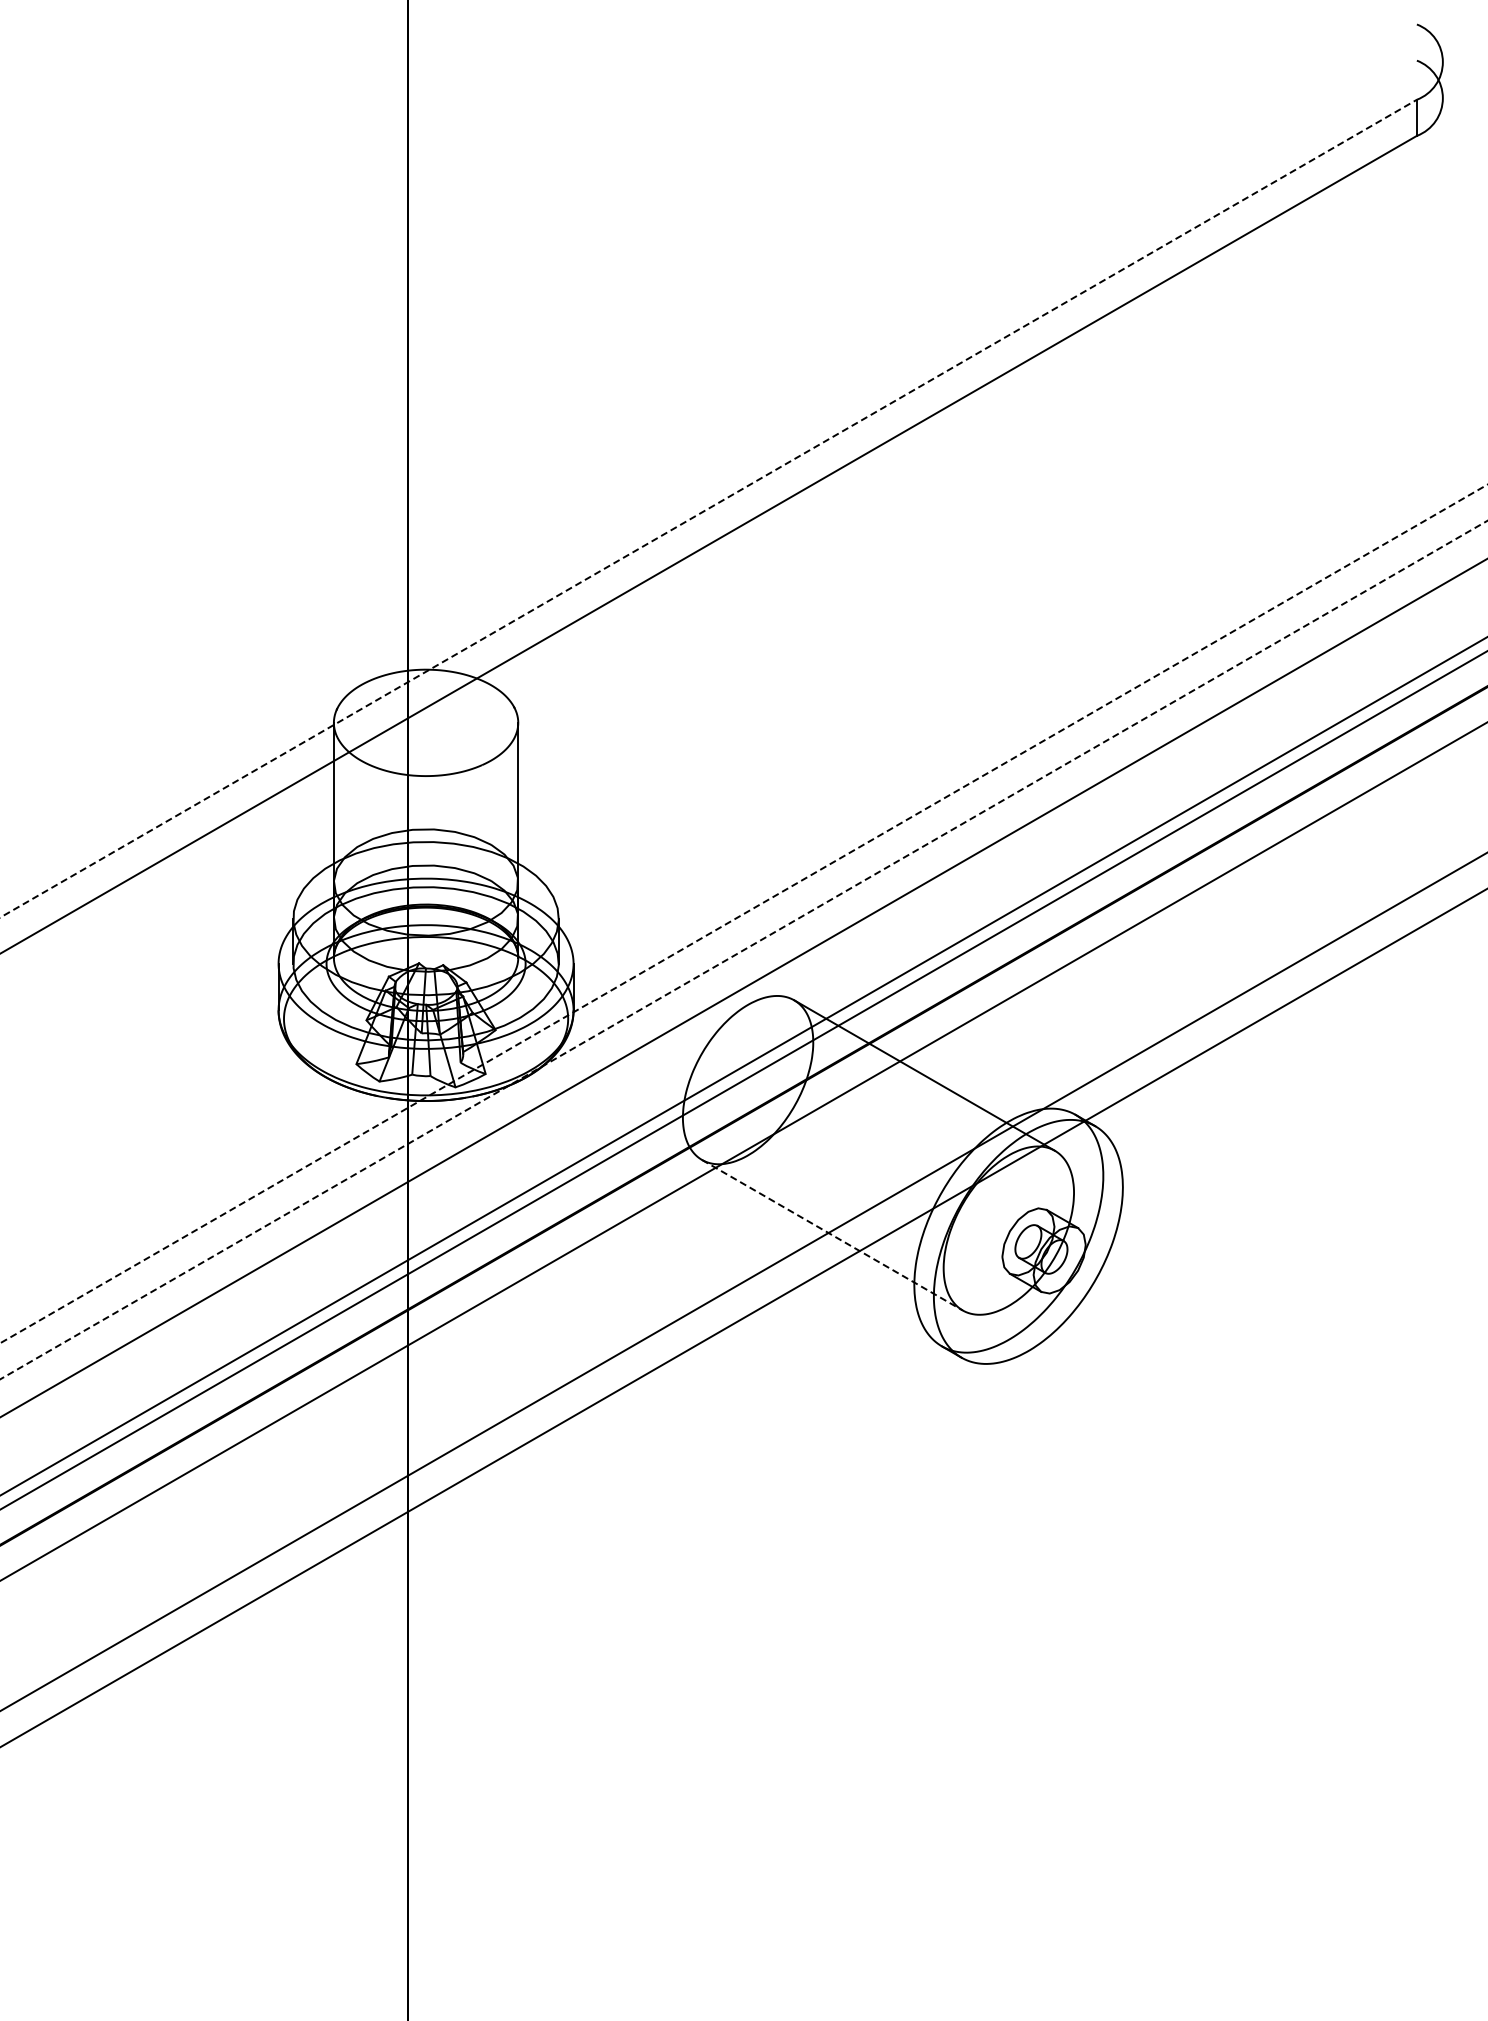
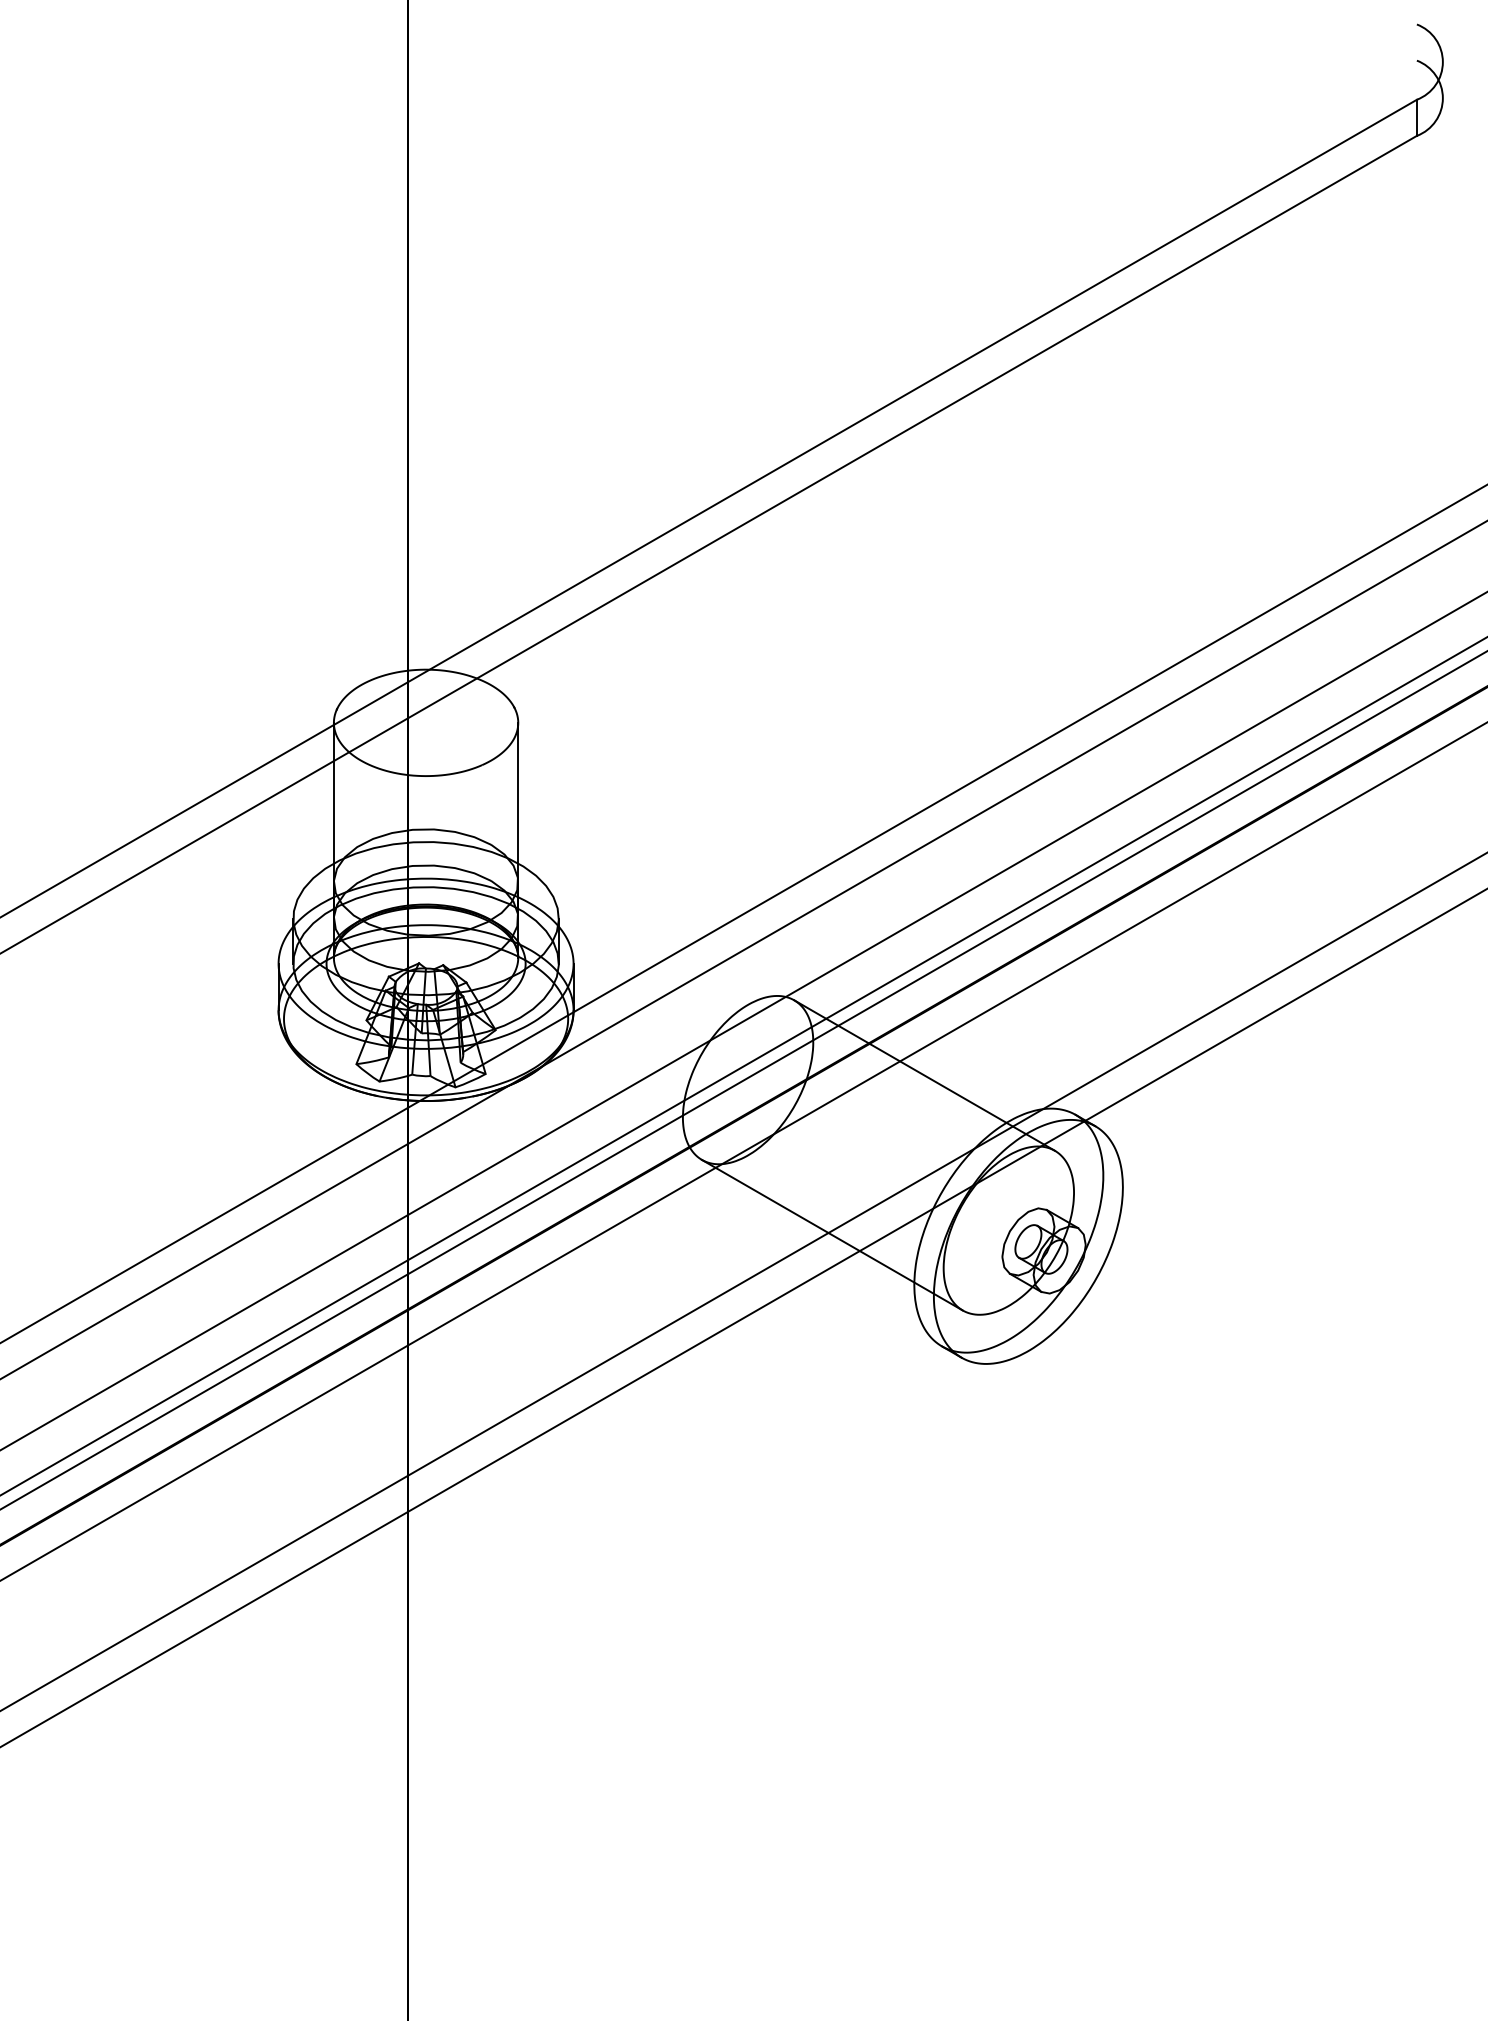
line at (708, 508): dashed -> solid
line at (743, 913): dashed -> solid
line at (743, 950): dashed -> solid
line at (743, 987) position: (743, 987) -> (743, 1021)
line at (832, 1235): dashed -> solid
